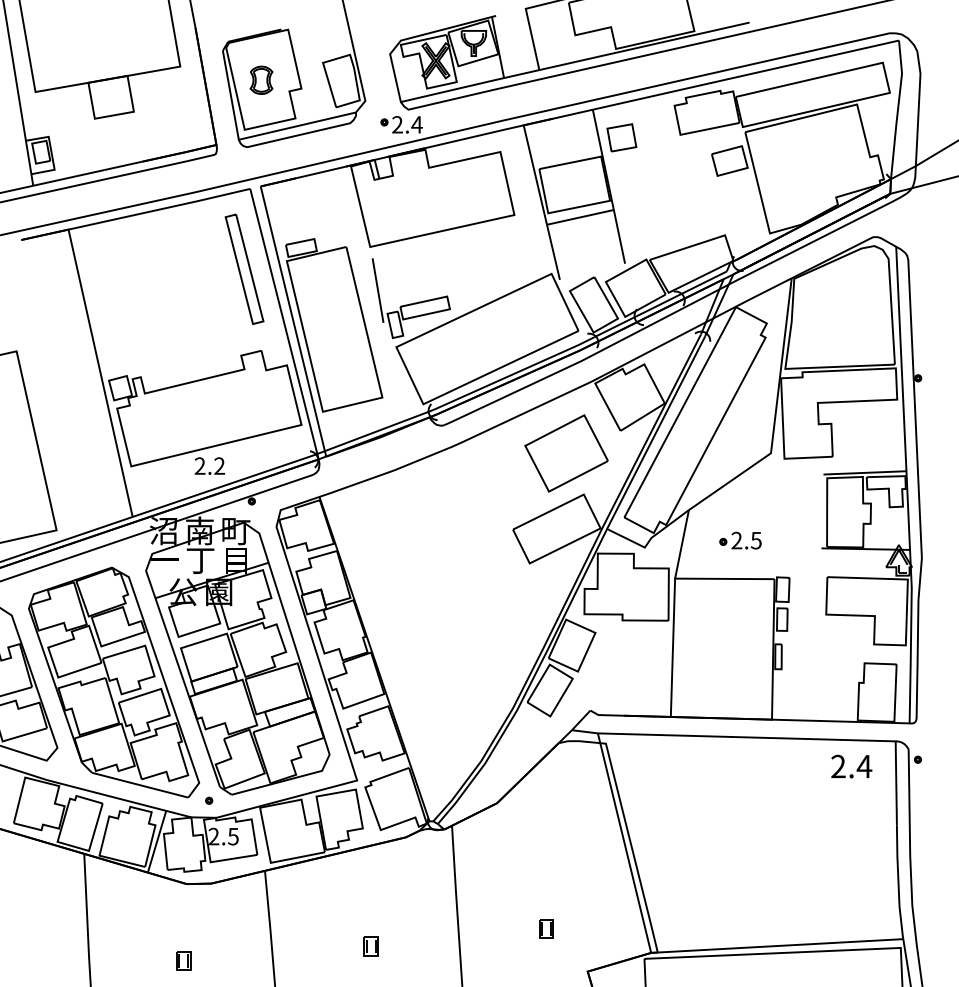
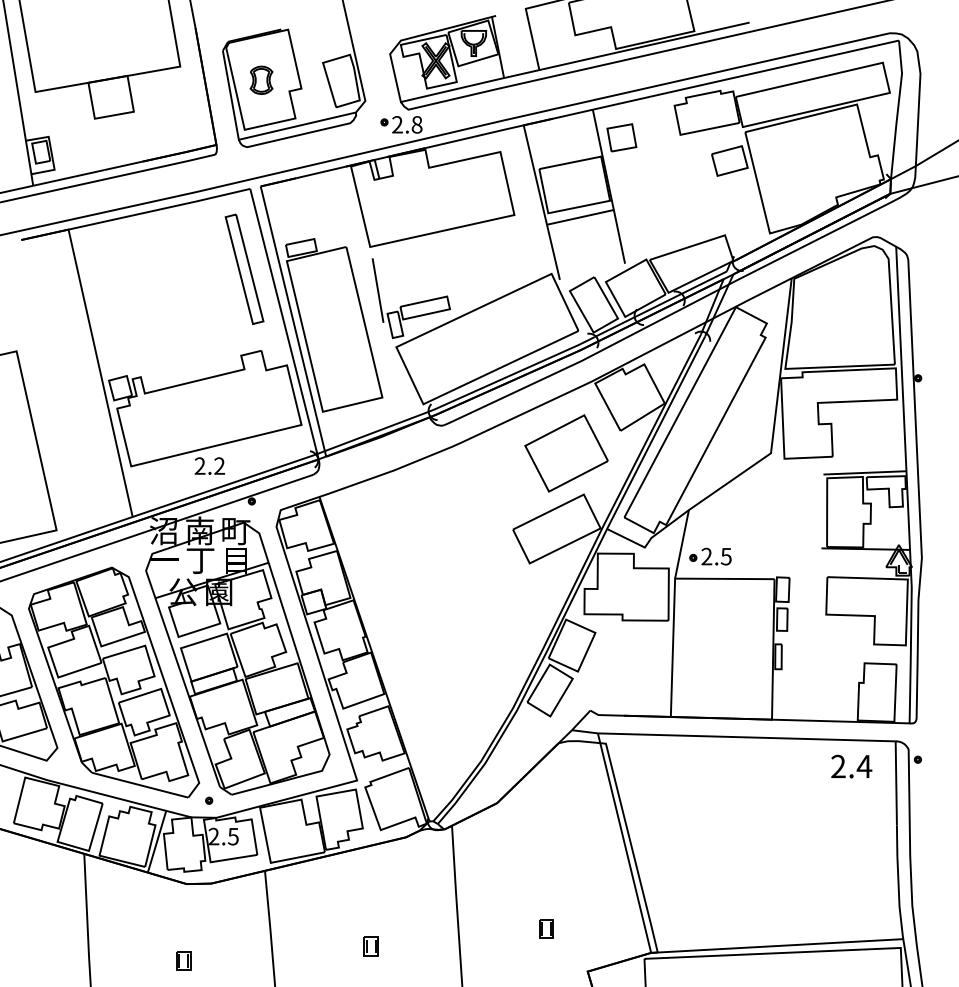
text at (416, 124): 2.4 -> 2.8
part at (740, 540) position: (740, 540) -> (710, 556)
